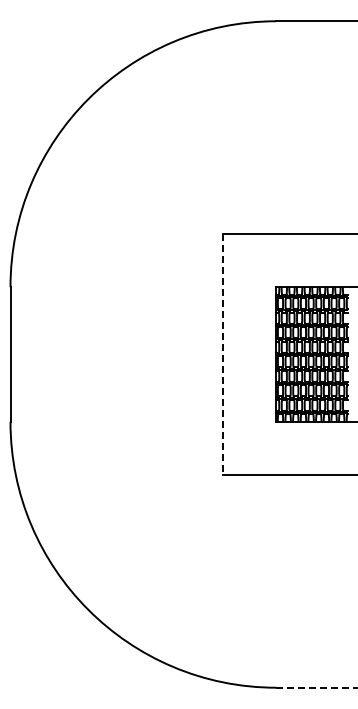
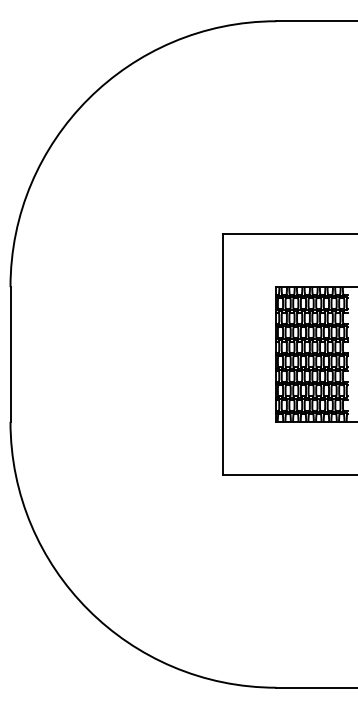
line at (223, 354): dashed -> solid
line at (317, 687): dashed -> solid
